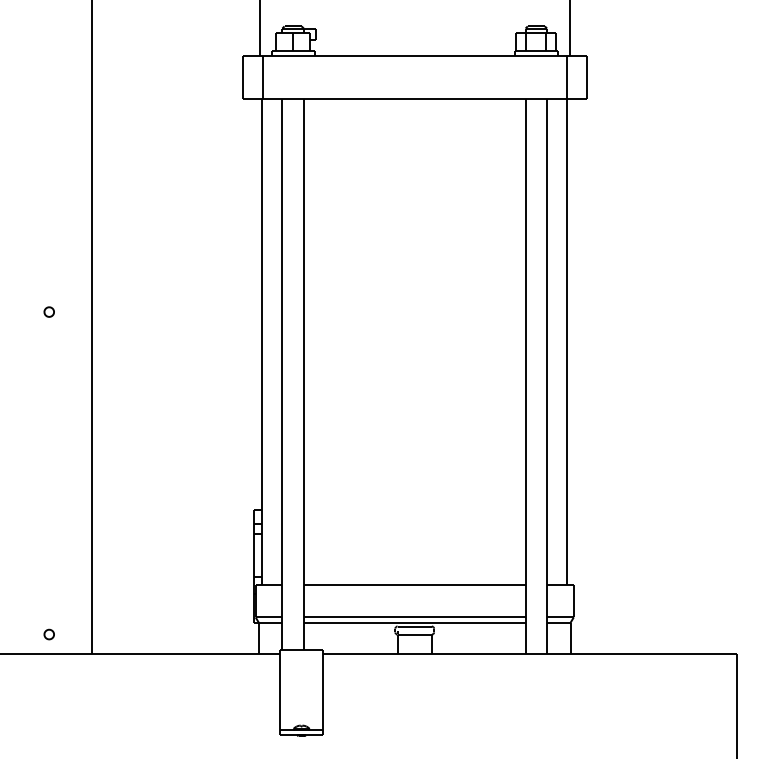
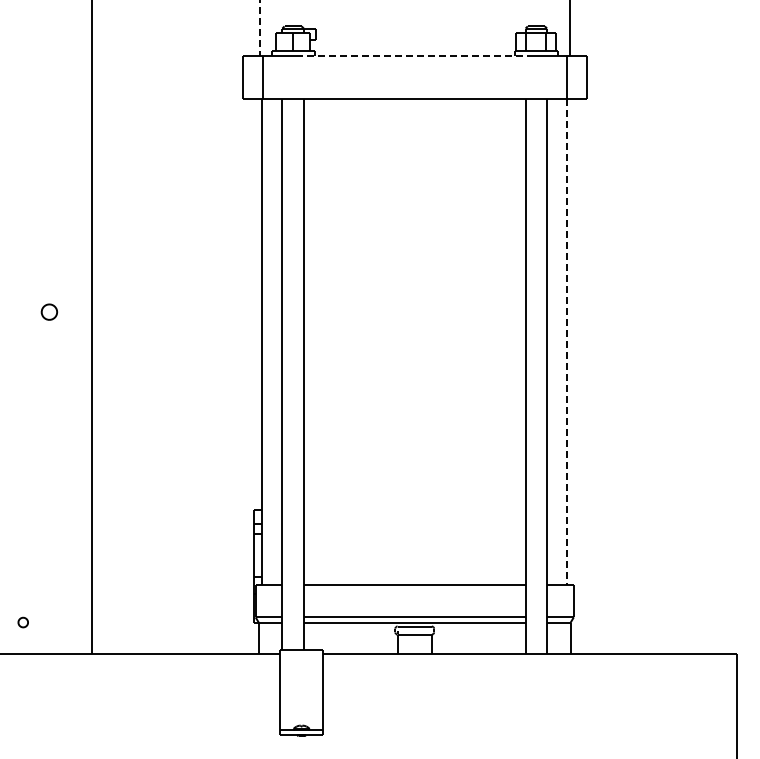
line at (259, 28): solid -> dashed
line at (414, 56): solid -> dashed
part at (48, 311) size: 12x12 px -> 19x18 px
line at (567, 342): solid -> dashed
part at (48, 634) position: (48, 634) -> (22, 622)
